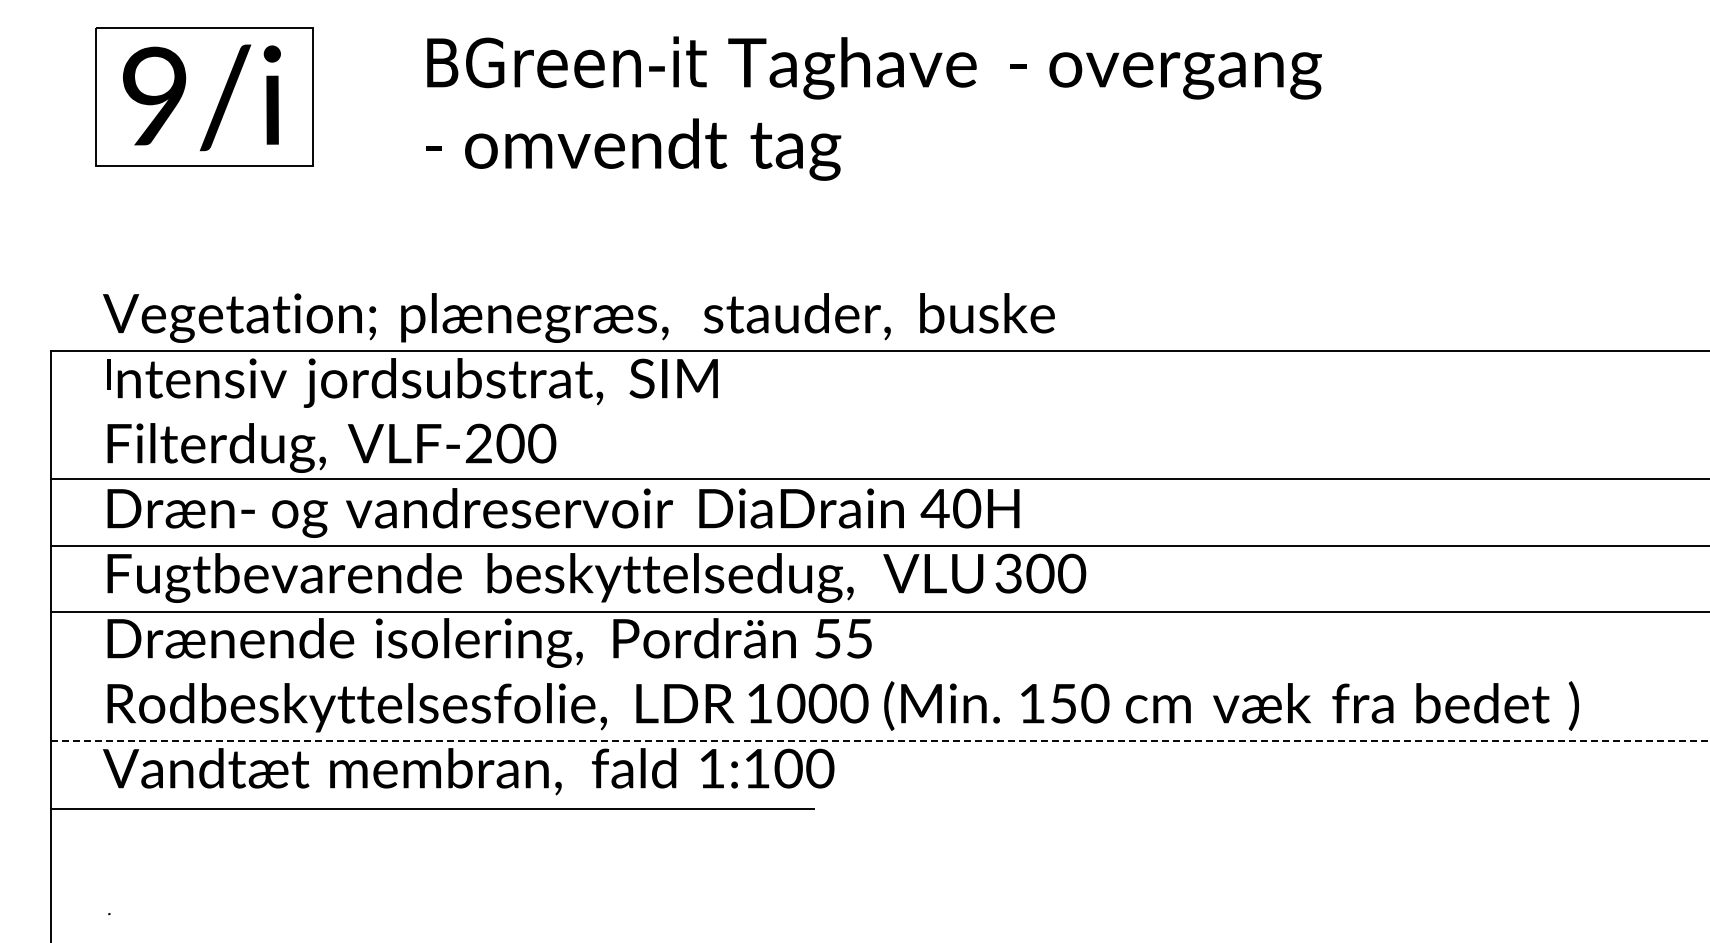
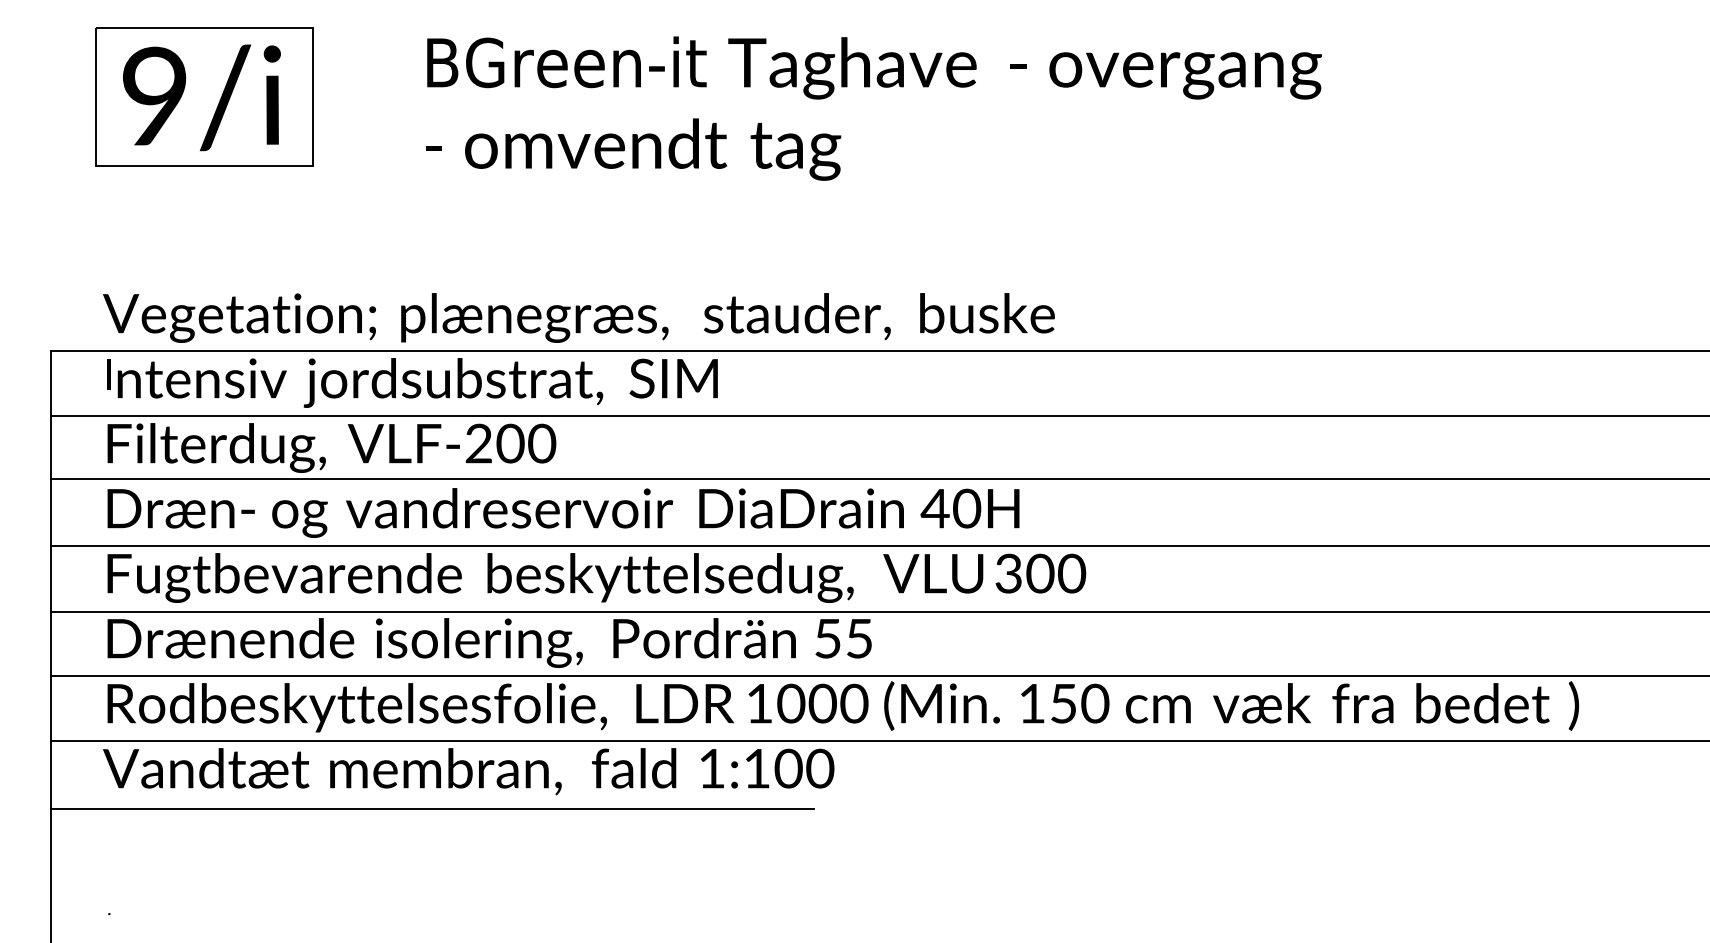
line at (878, 415): none -> present
line at (878, 675): none -> present
line at (881, 740): dashed -> solid
